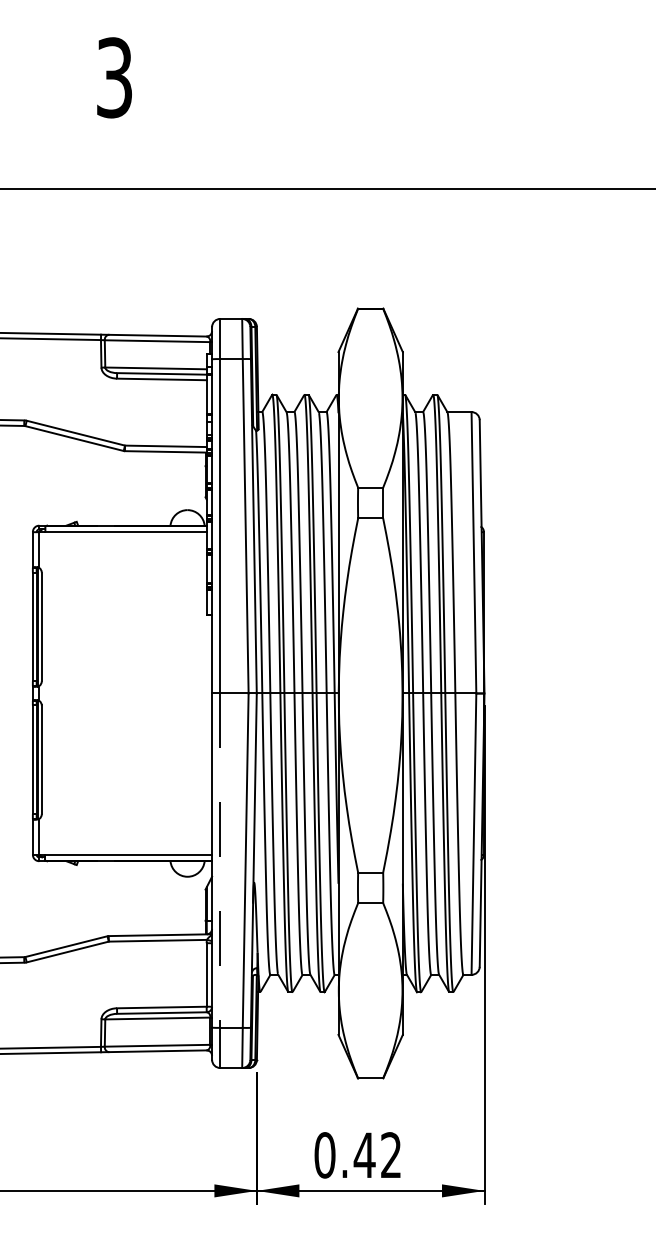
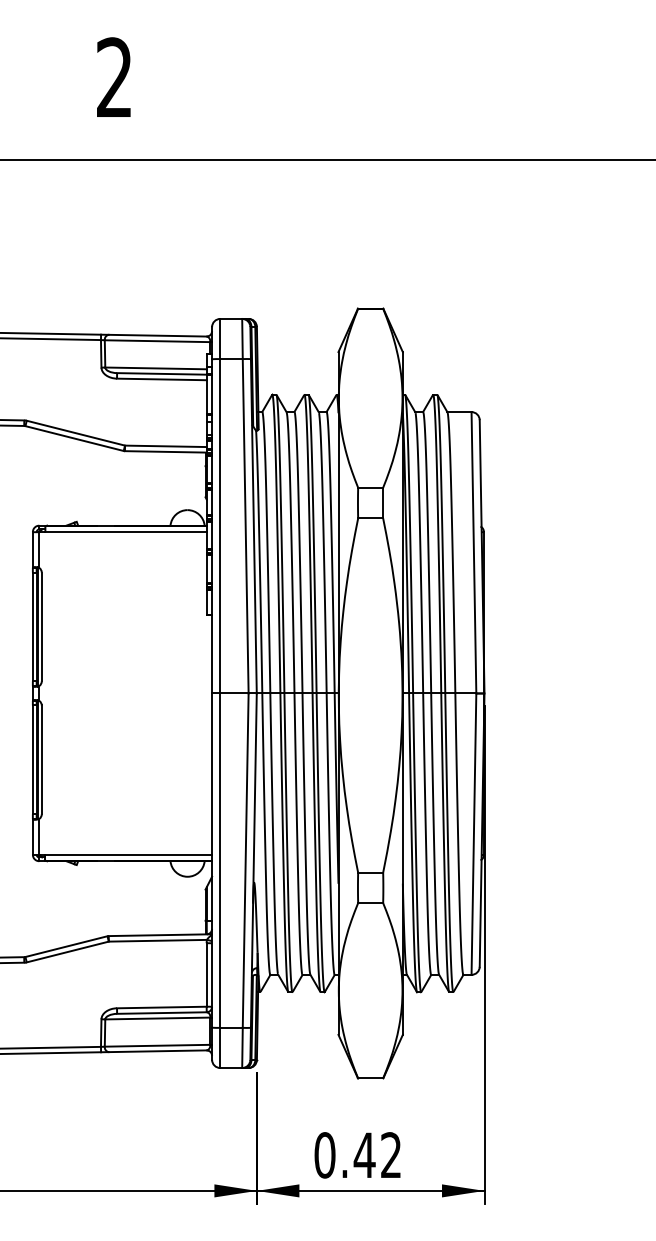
text at (114, 77): 3 -> 2
line at (327, 189) position: (327, 189) -> (327, 160)
line at (220, 861): dashed -> solid
